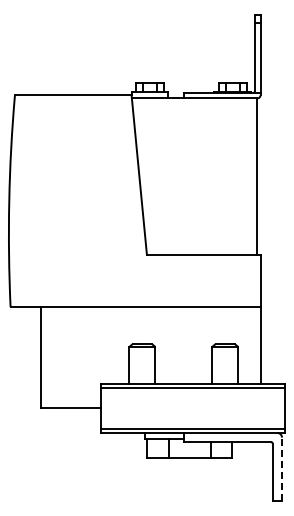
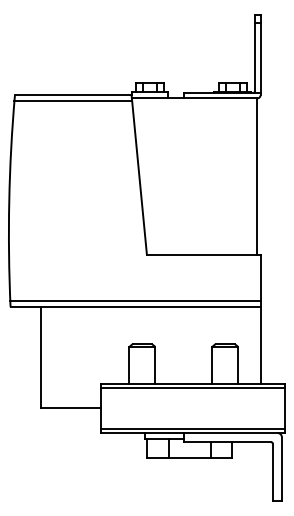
line at (73, 101): none -> present
line at (135, 300): none -> present
line at (282, 468): dashed -> solid
